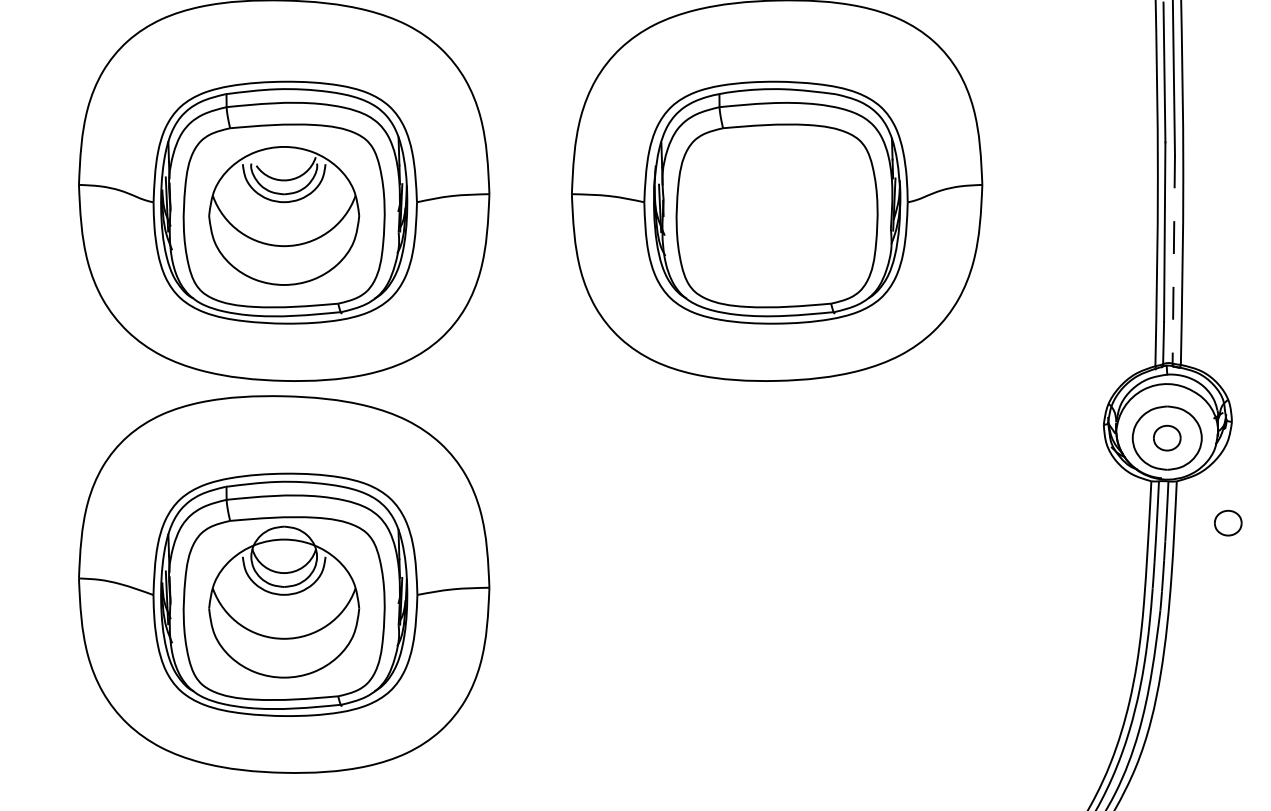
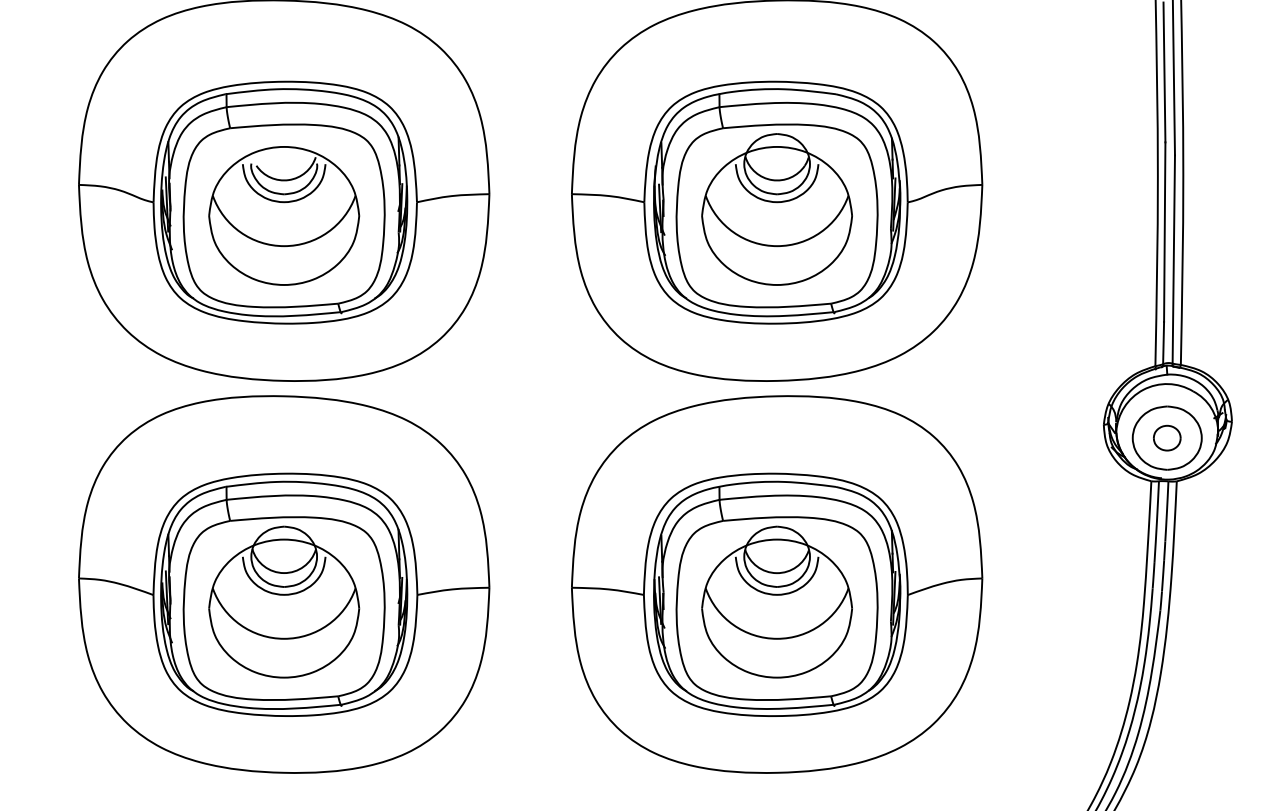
part at (776, 209): none -> present
line at (1173, 260): dashed -> solid
part at (1228, 522): present -> none
part at (777, 584): none -> present
